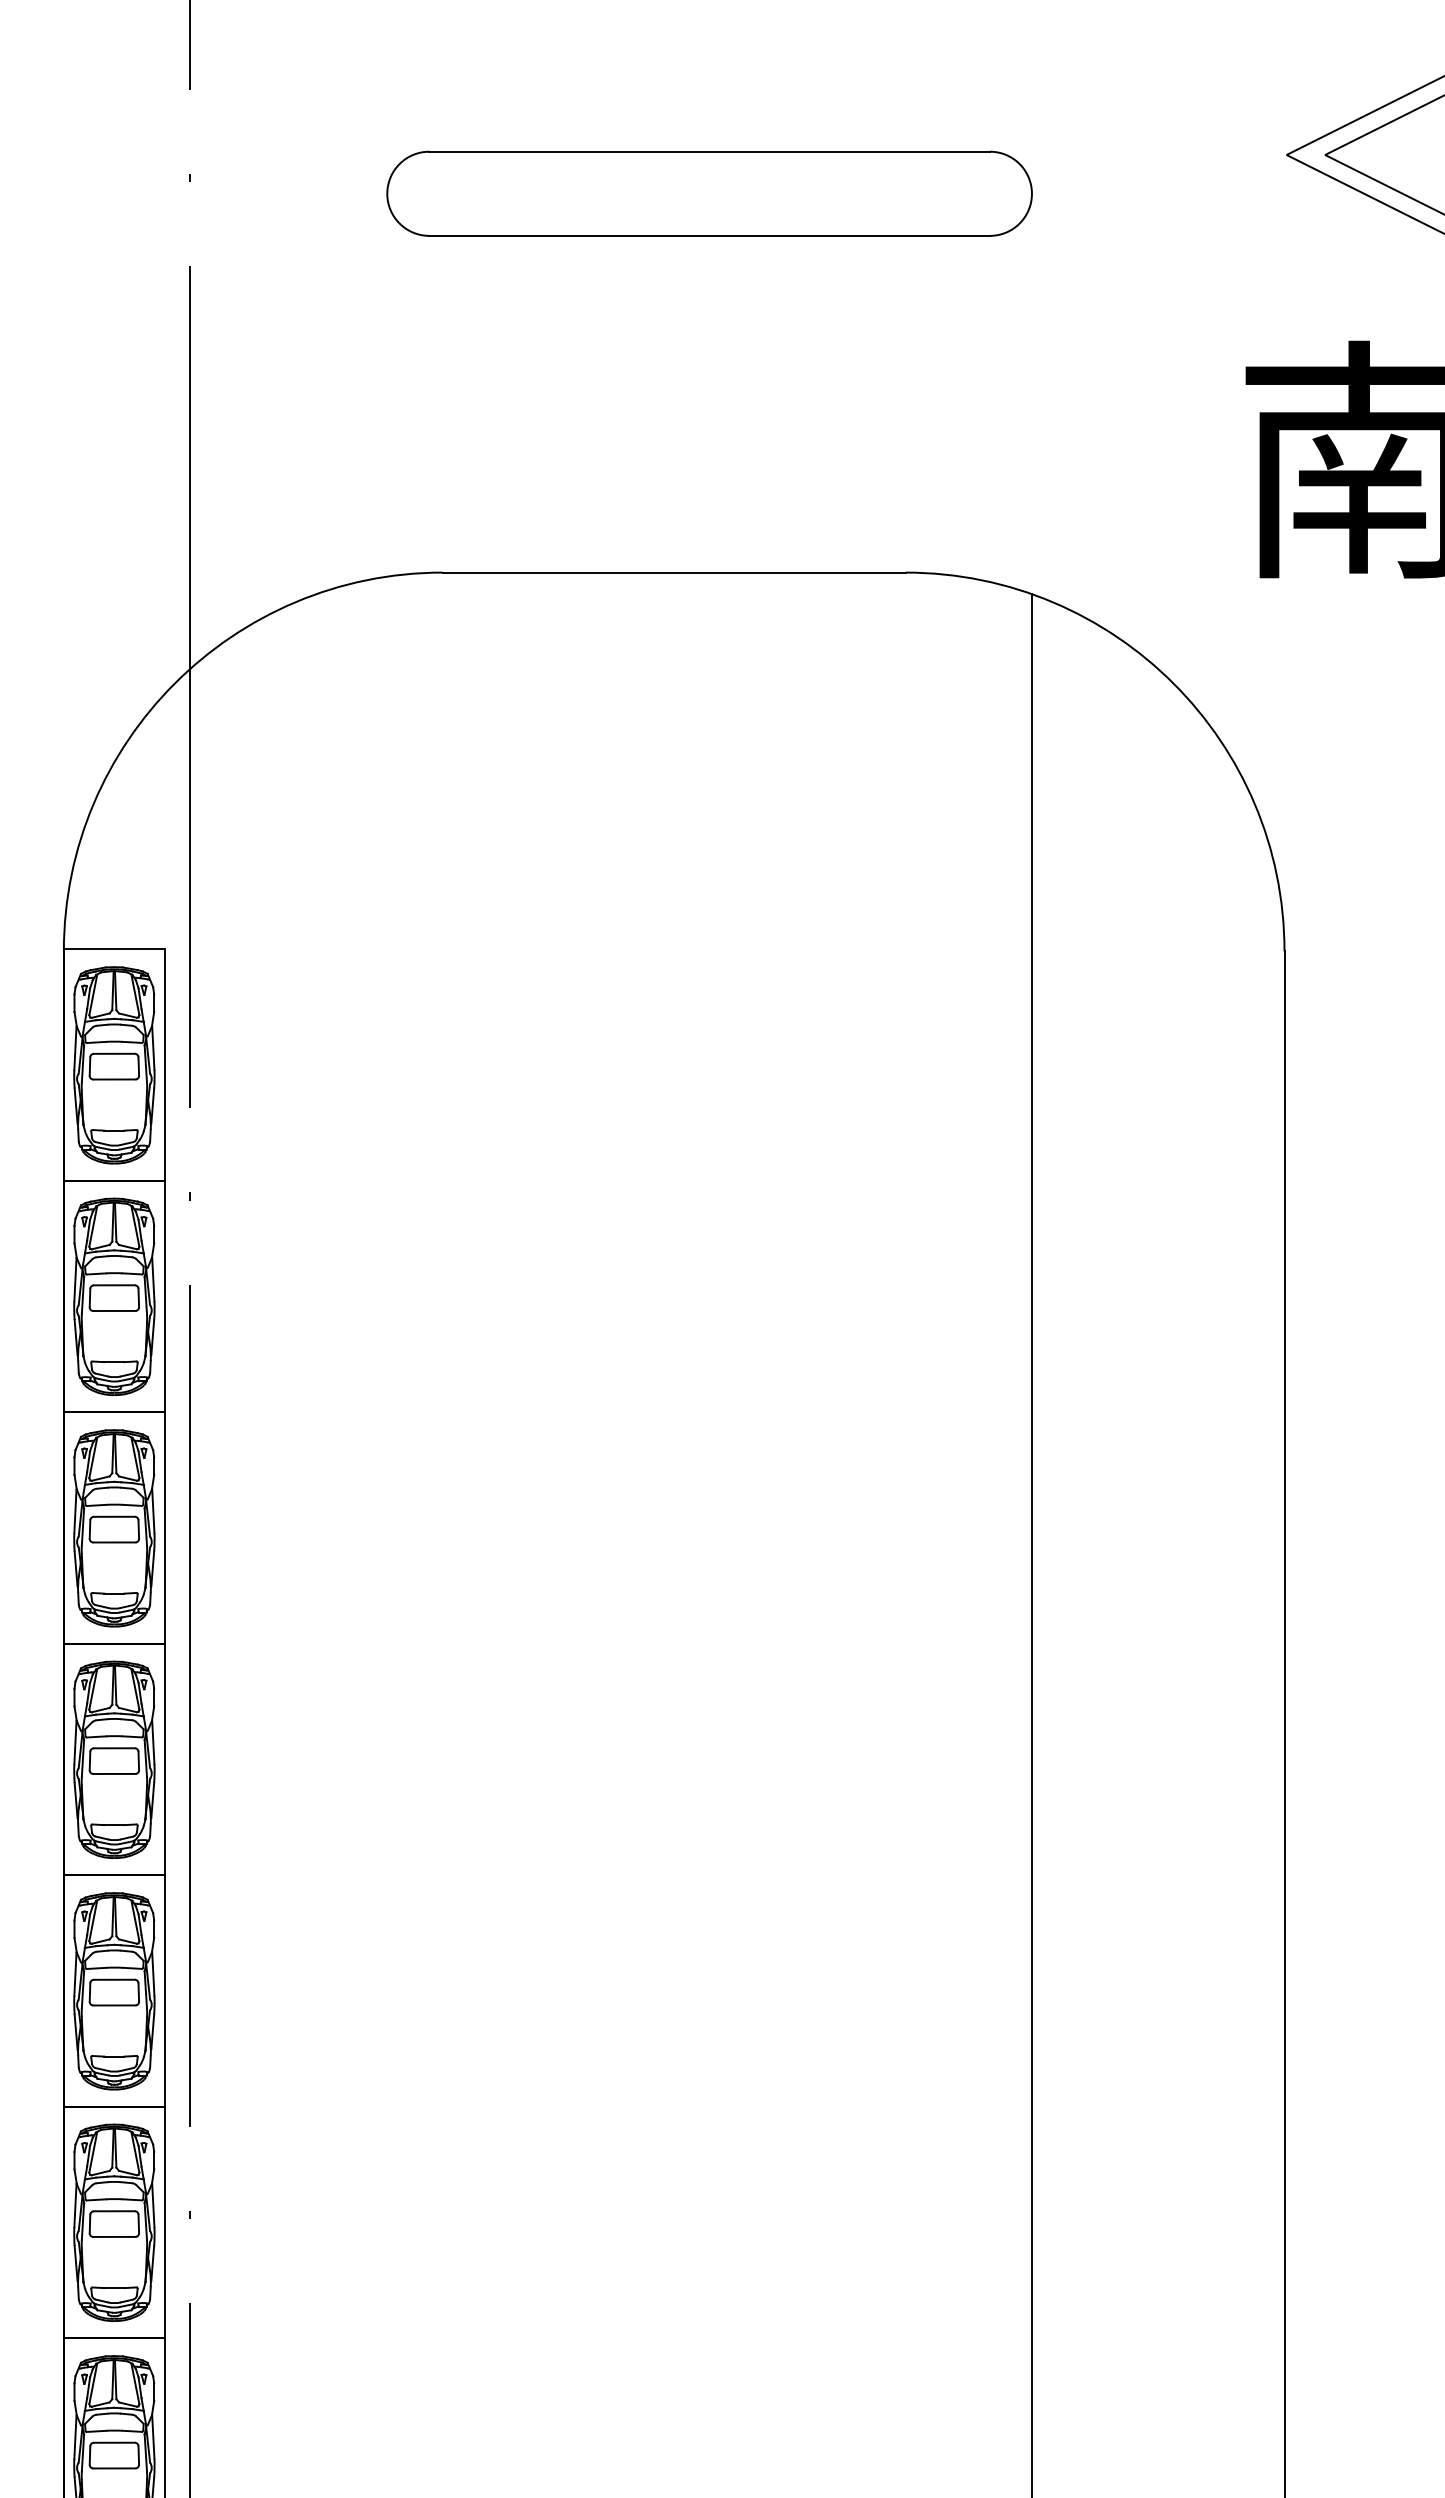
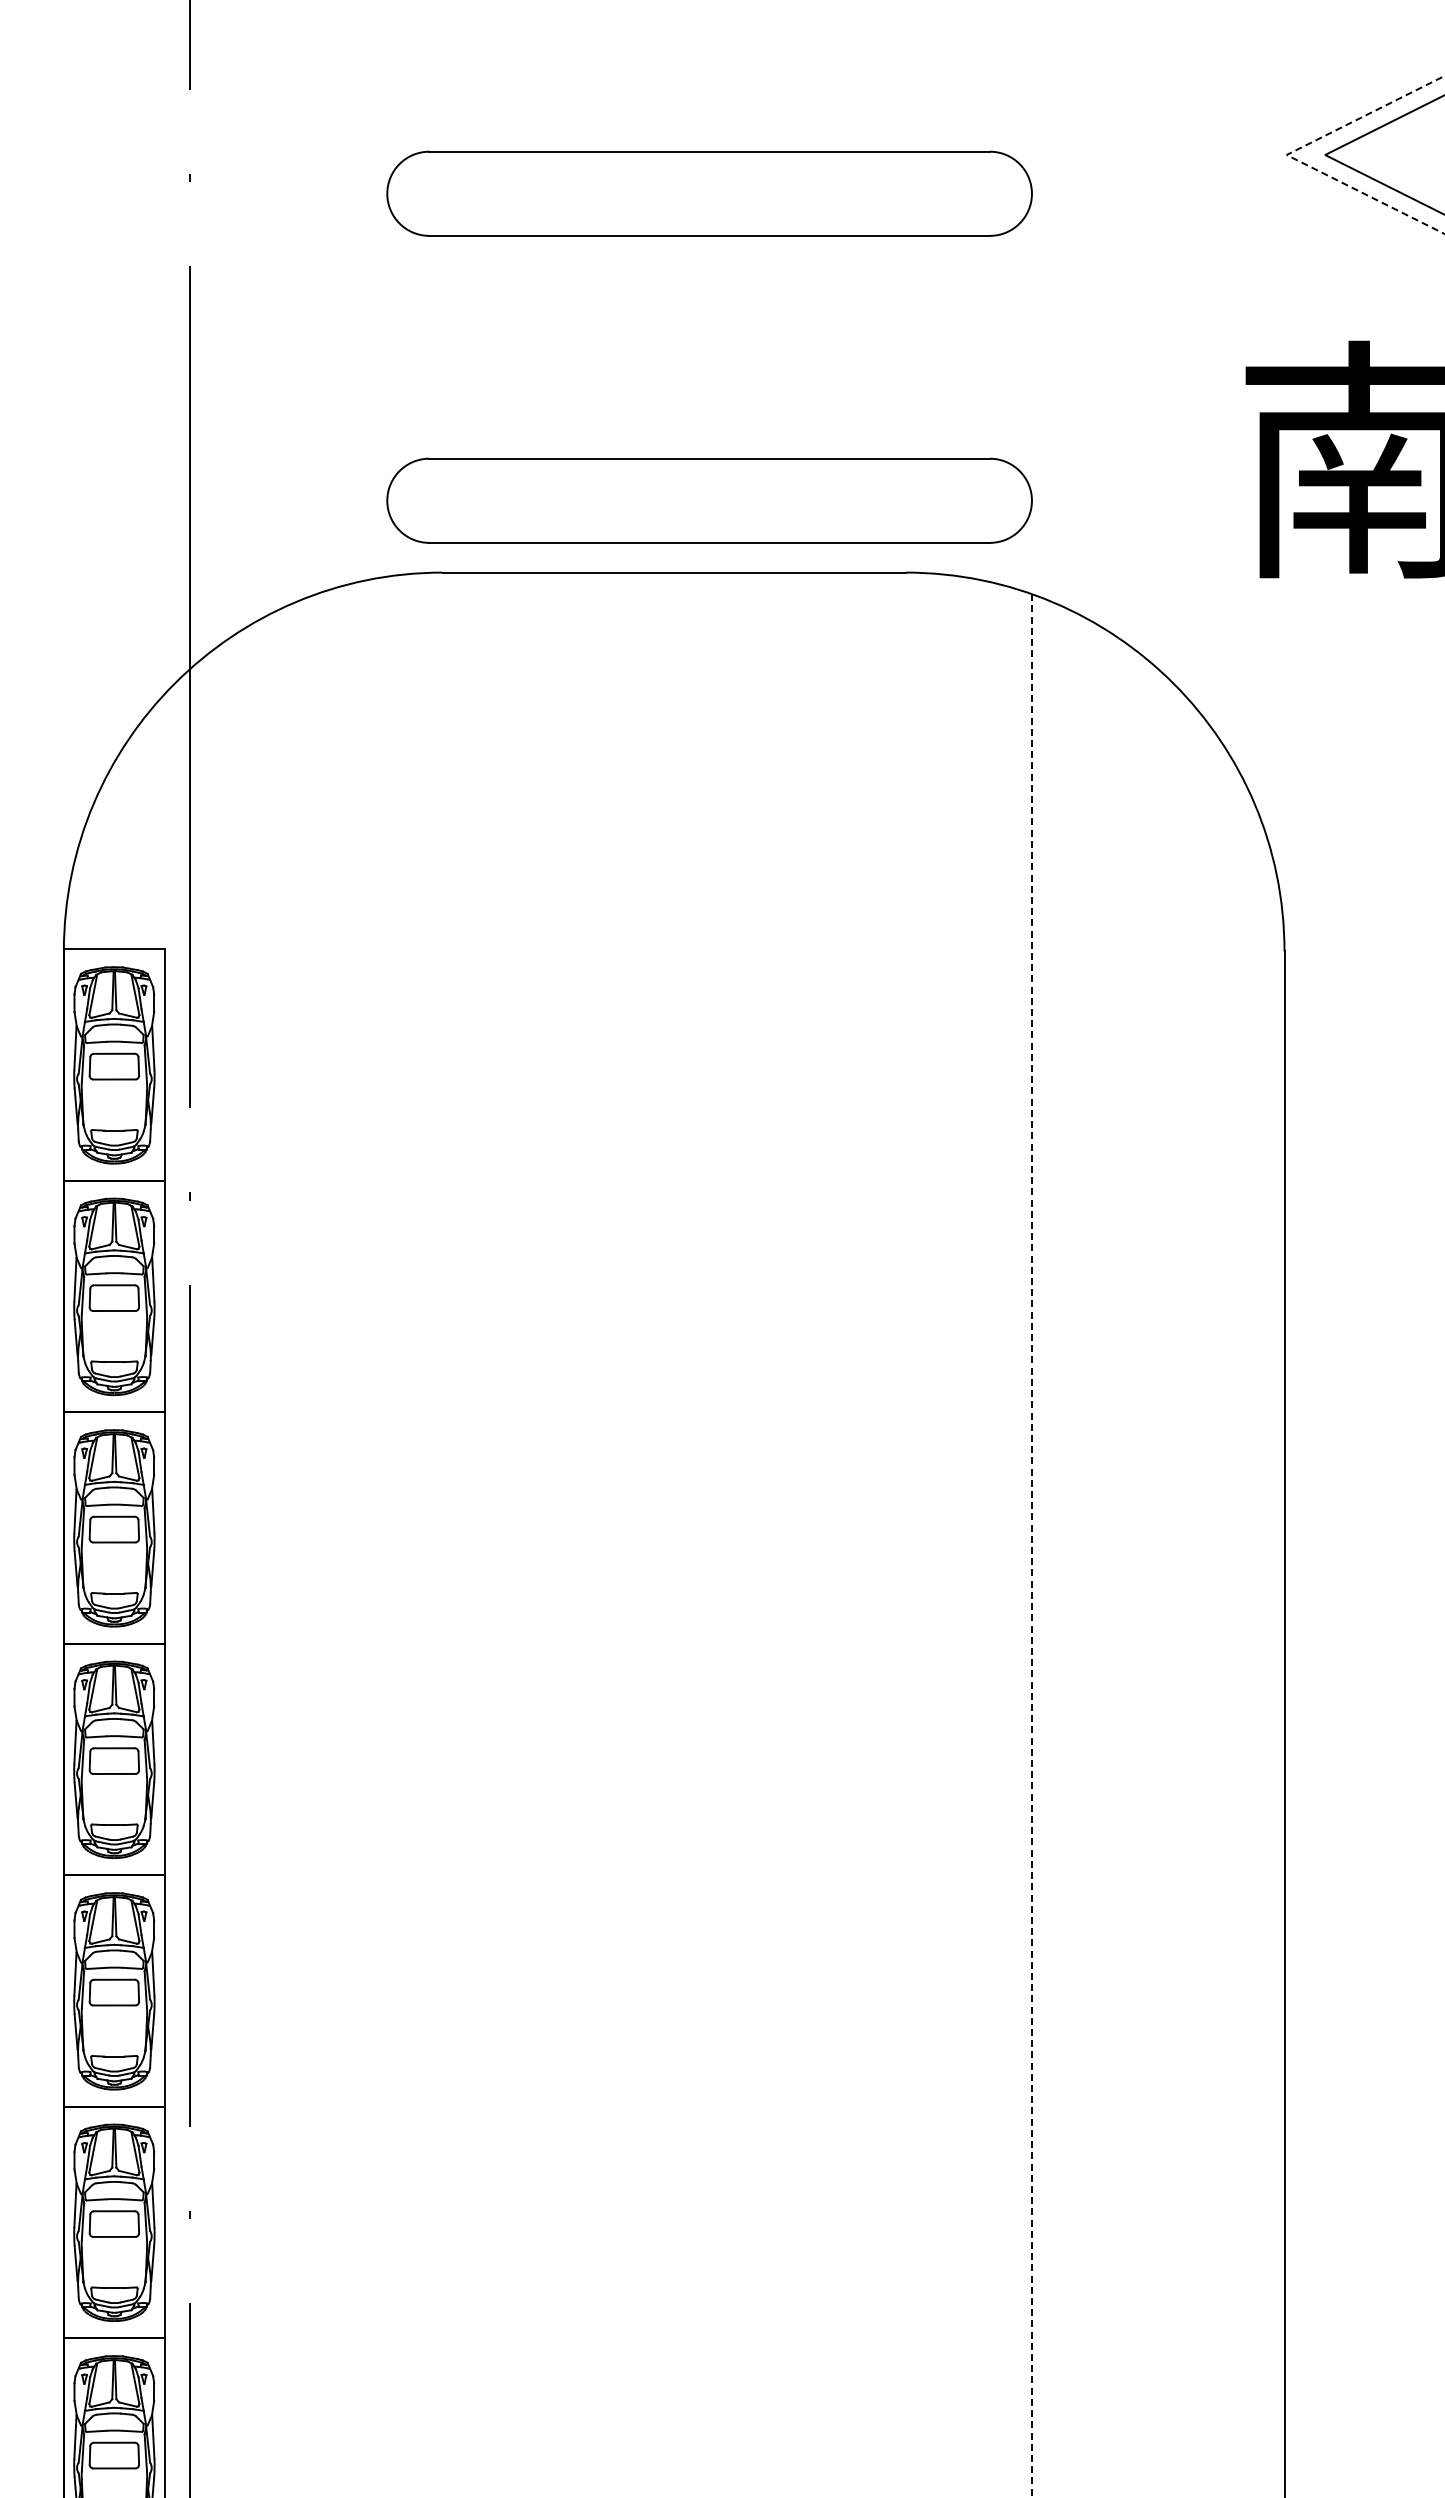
line at (1286, 155): solid -> dashed
part at (709, 500): none -> present
line at (1031, 1545): solid -> dashed
